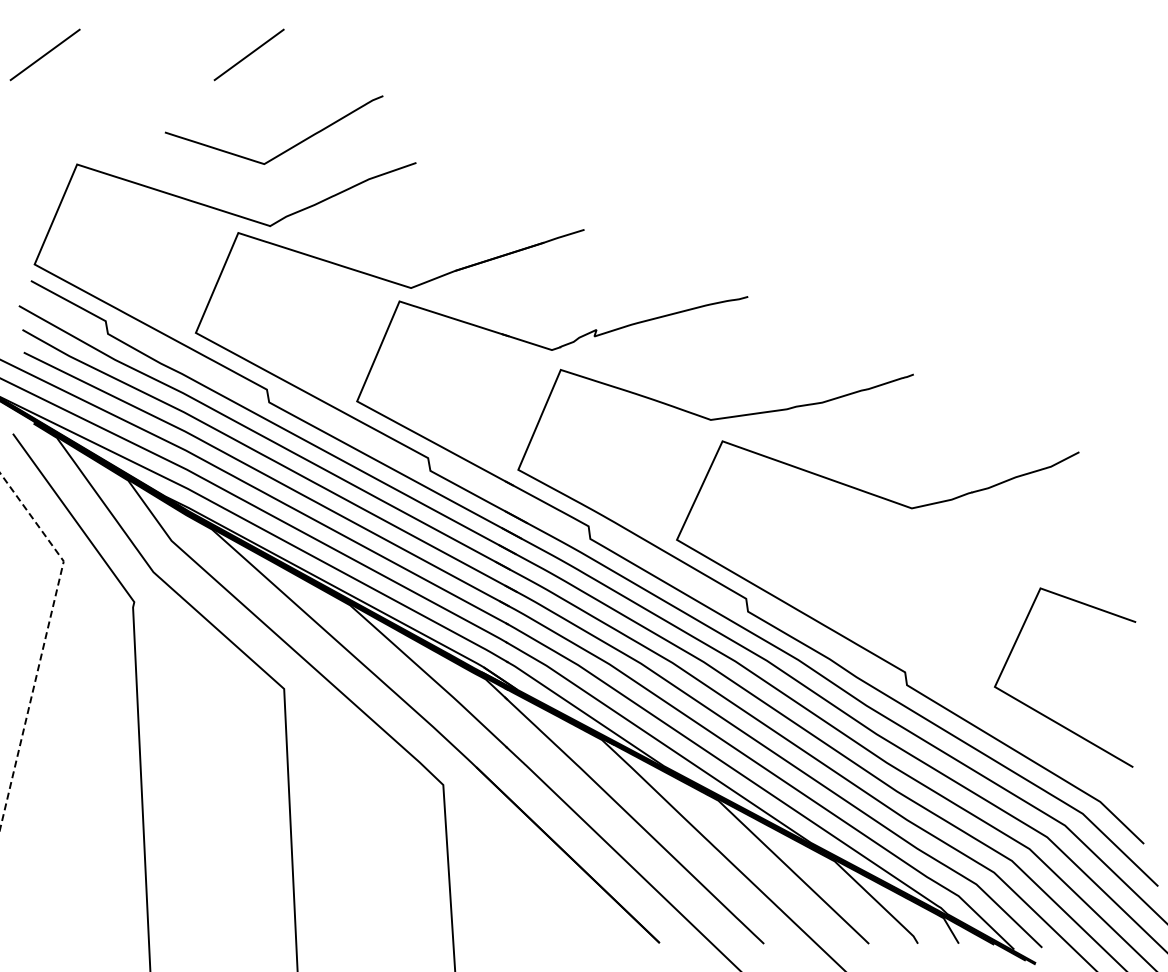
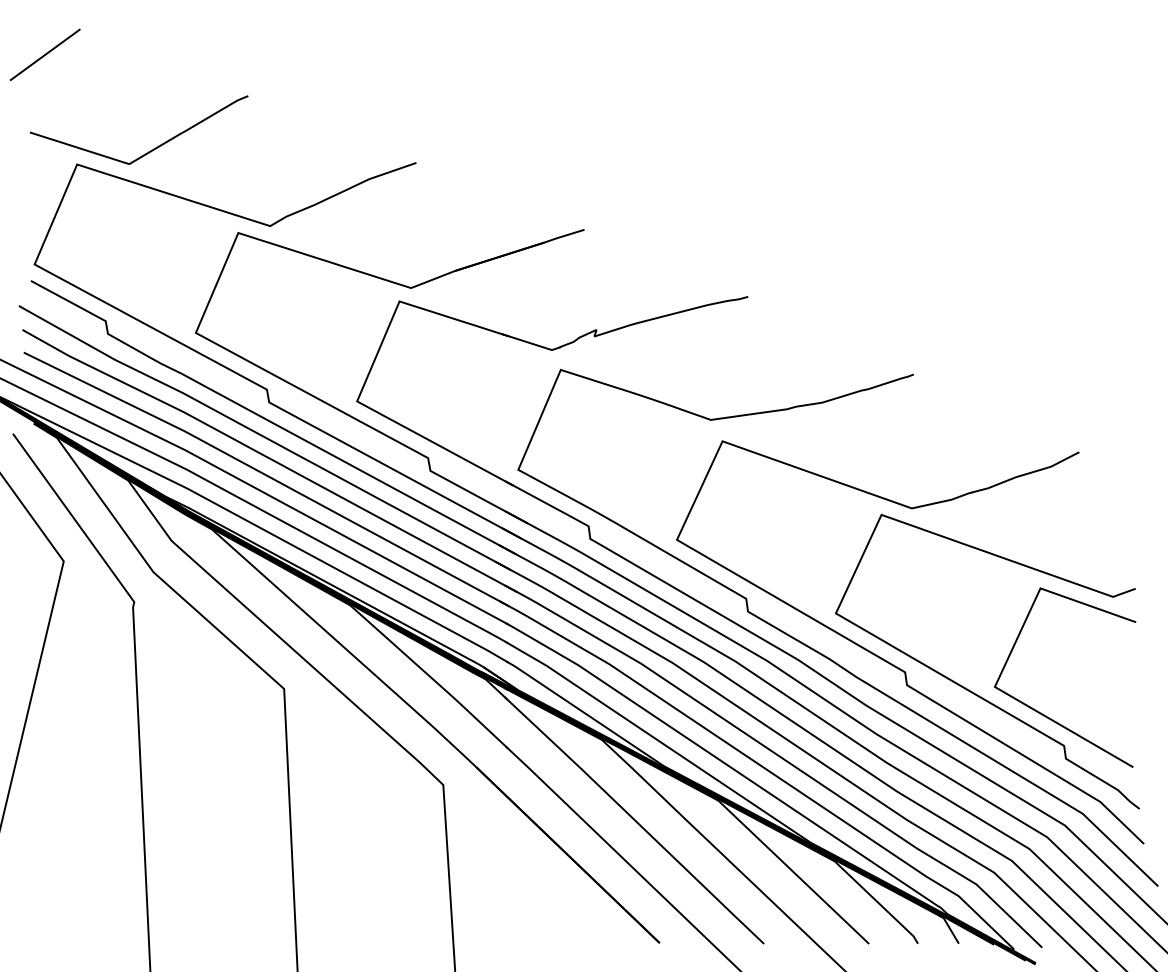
line at (248, 54): present -> none
curve at (286, 149) position: (286, 149) -> (151, 149)
line at (44, 642): dashed -> solid
curve at (969, 689): none -> present
